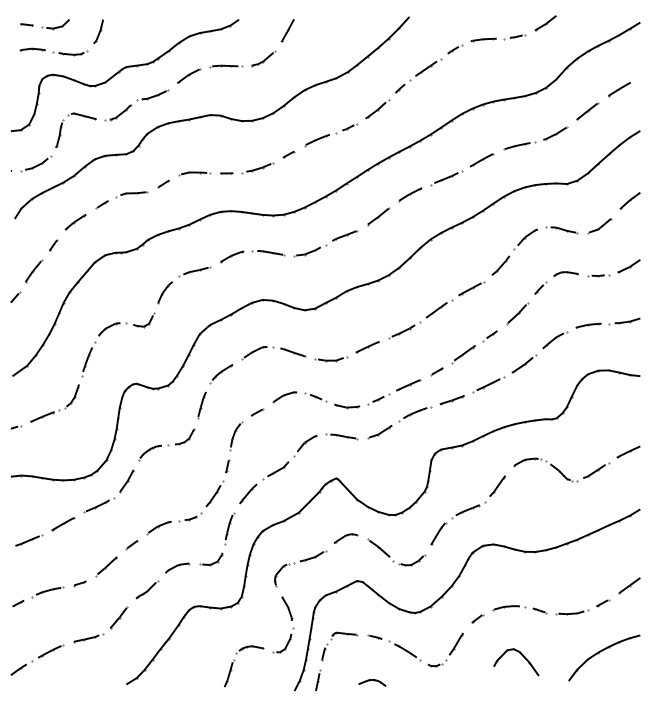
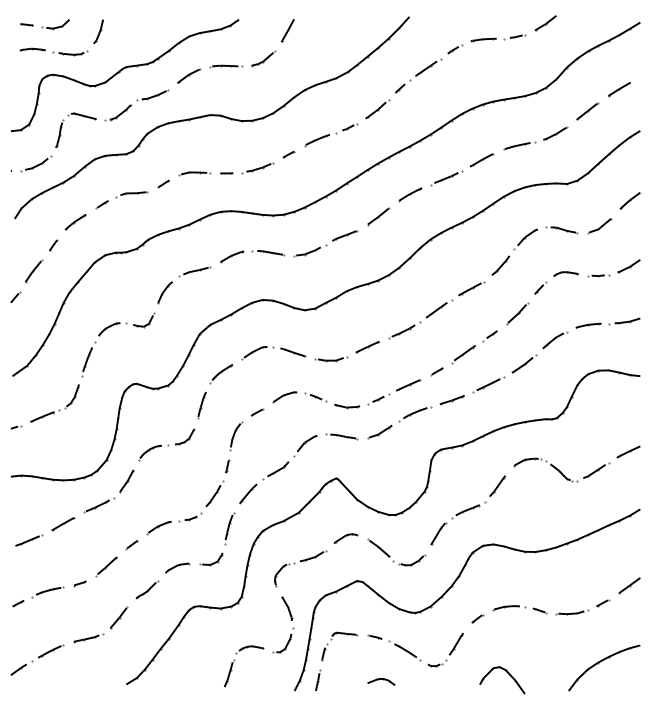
part at (602, 651) position: (602, 651) -> (602, 661)
part at (522, 656) position: (522, 656) -> (508, 674)
part at (372, 682) position: (372, 682) -> (381, 681)
